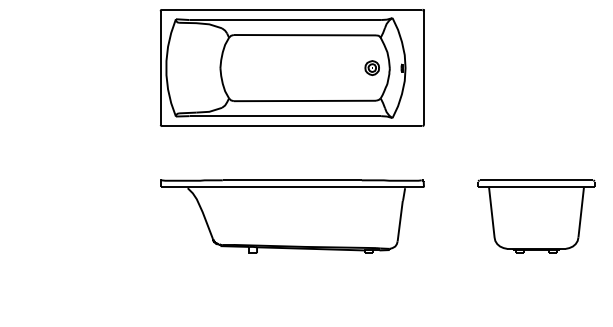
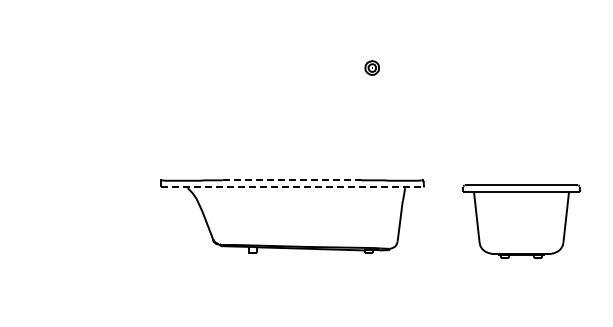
part at (291, 67): present -> none
line at (292, 180): solid -> dashed
line at (292, 187): solid -> dashed
part at (536, 216) position: (536, 216) -> (521, 221)
